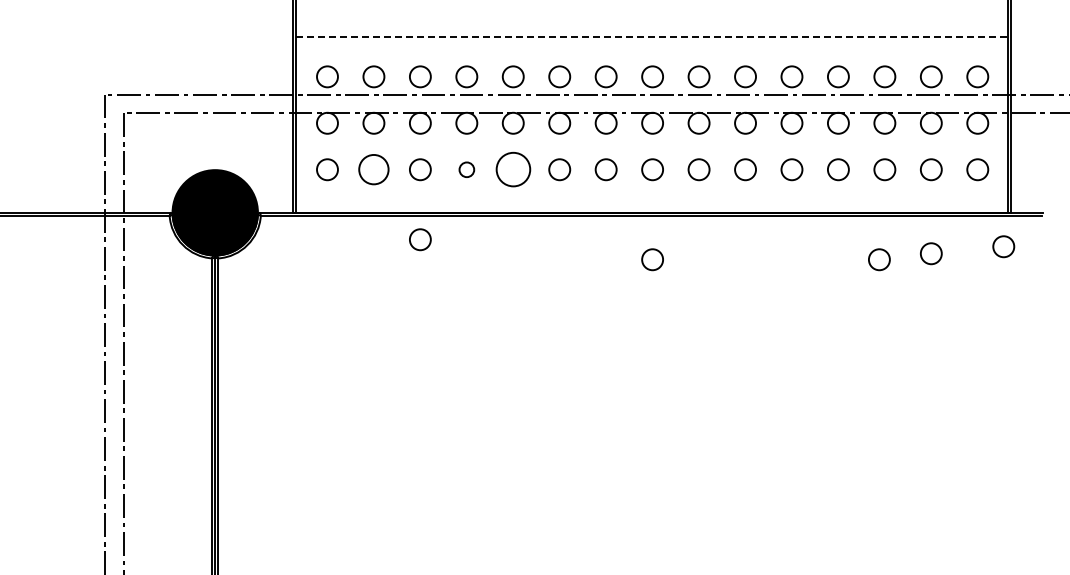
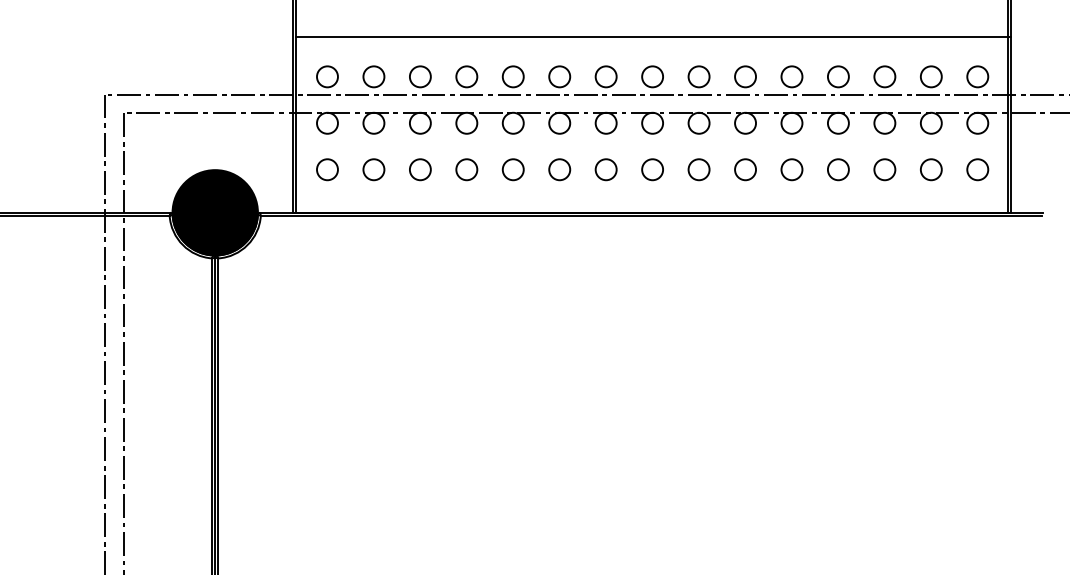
line at (653, 36): dashed -> solid
circle at (373, 169) size: 32x32 px -> 24x24 px
circle at (466, 169) size: 18x17 px -> 24x24 px
circle at (513, 169) size: 37x37 px -> 24x24 px
circle at (420, 239): present -> none
circle at (1003, 246): present -> none
circle at (931, 253): present -> none
circle at (652, 259): present -> none
circle at (879, 259): present -> none
